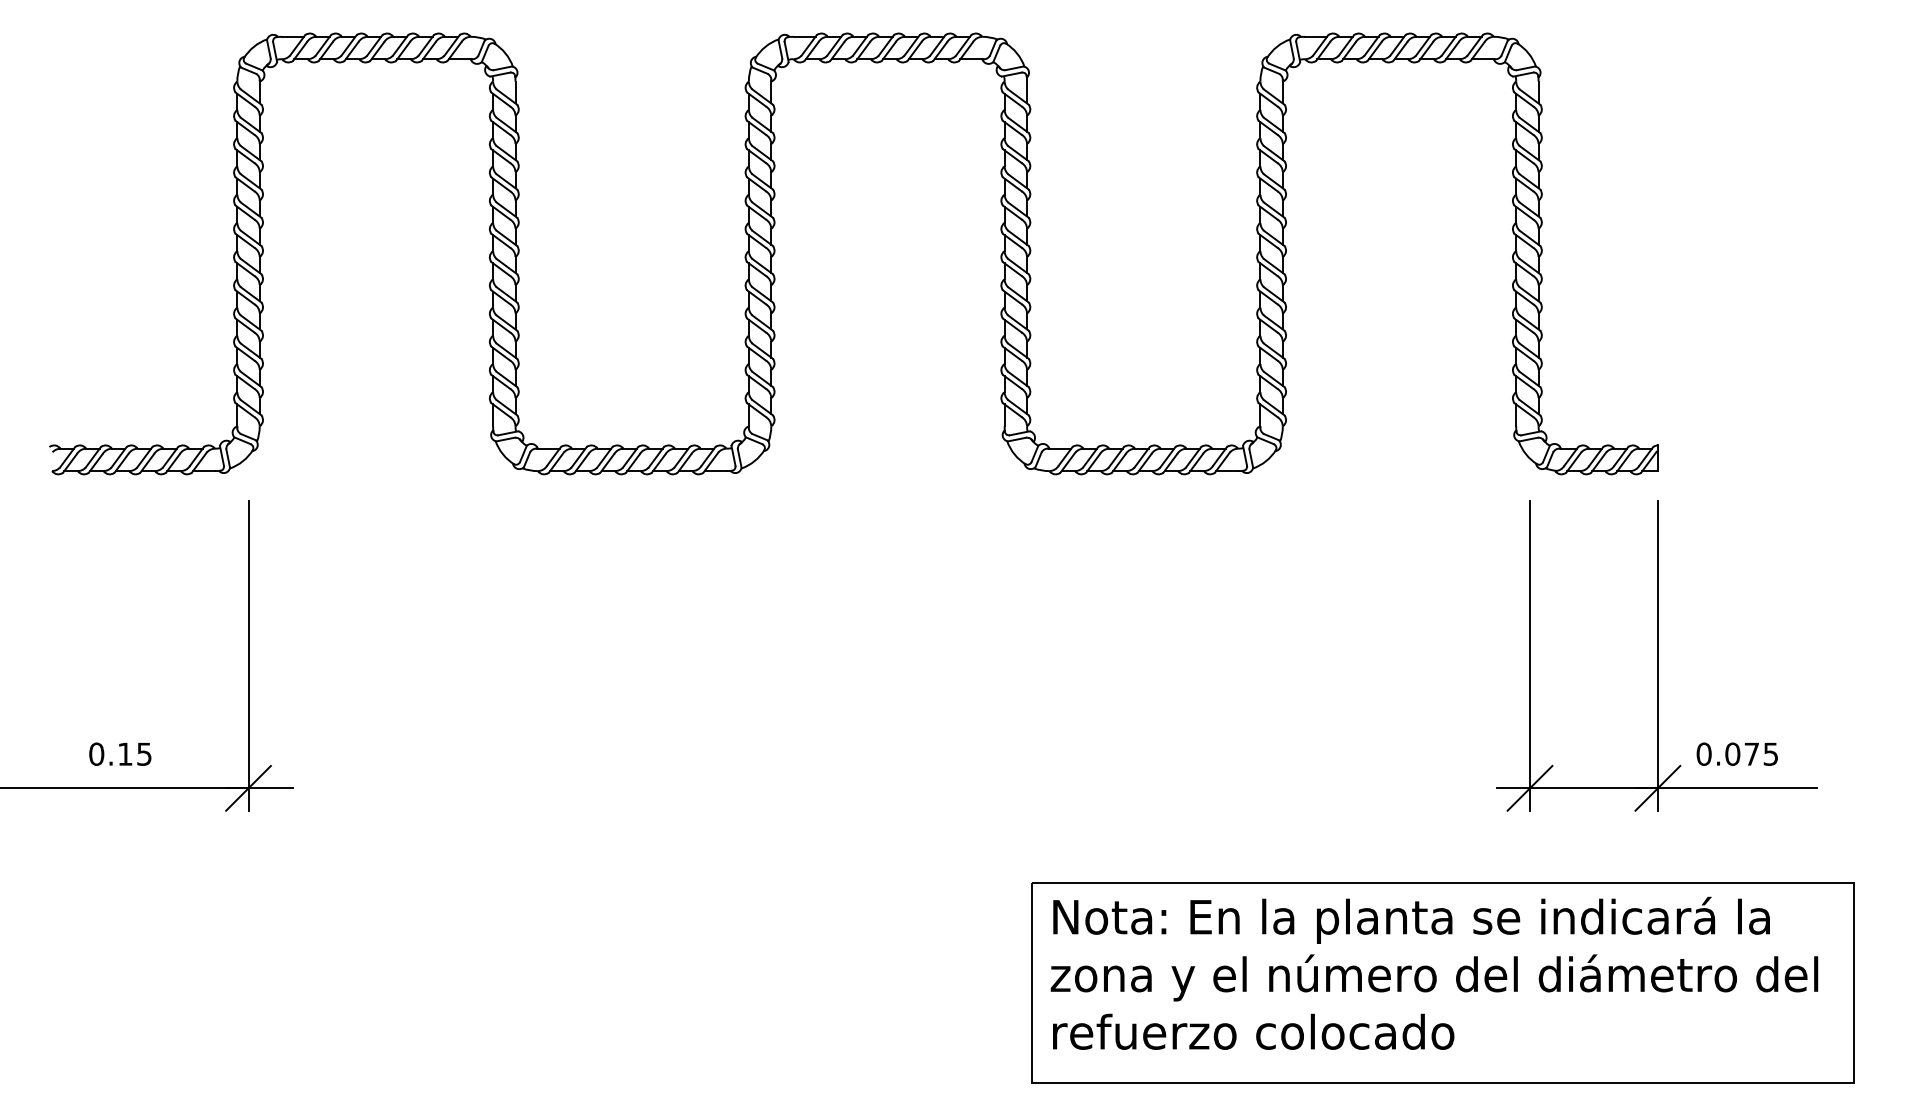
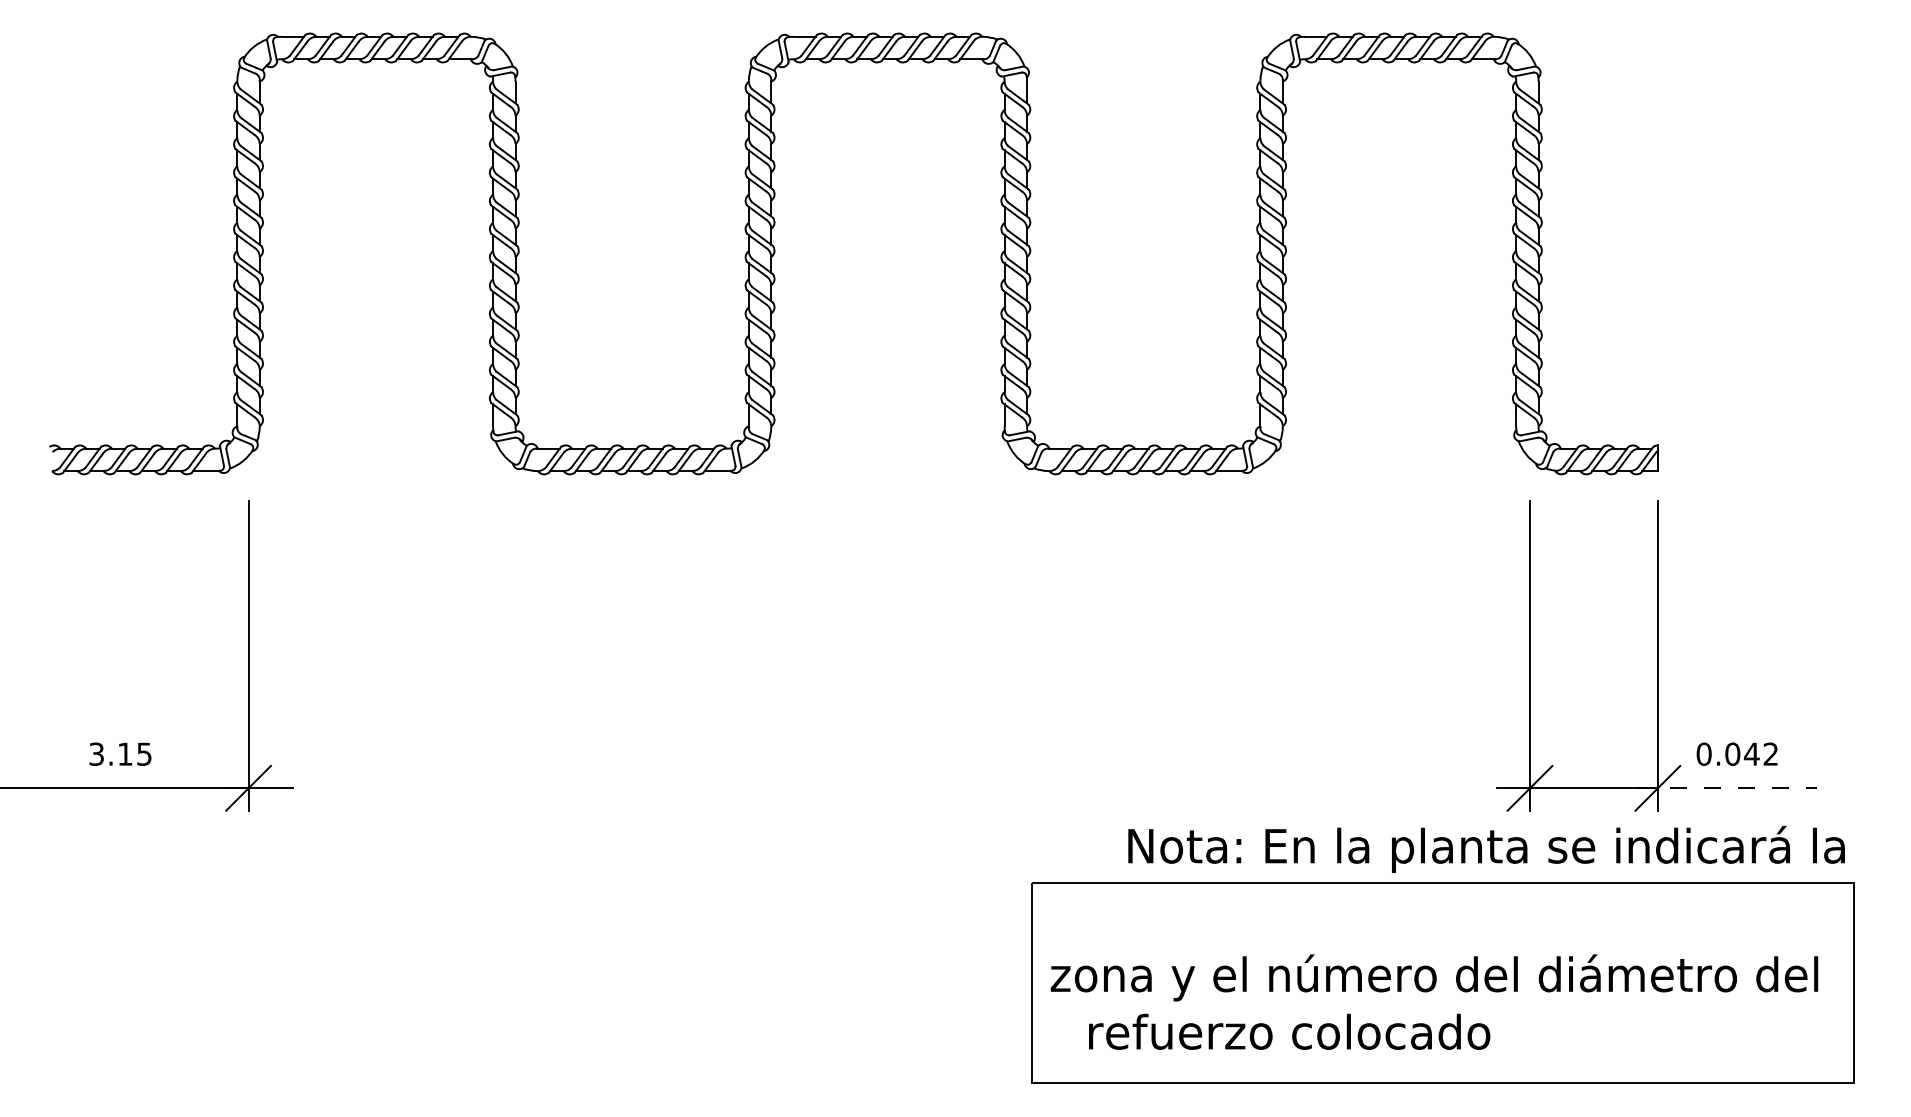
text at (96, 753): 0.15 -> 3.15
text at (1760, 753): 0.075 -> 0.042
line at (1726, 788): solid -> dashed
text at (1411, 919) position: (1411, 919) -> (1486, 848)
text at (1253, 1031) position: (1253, 1031) -> (1289, 1031)
